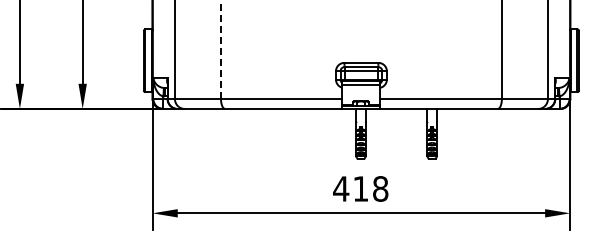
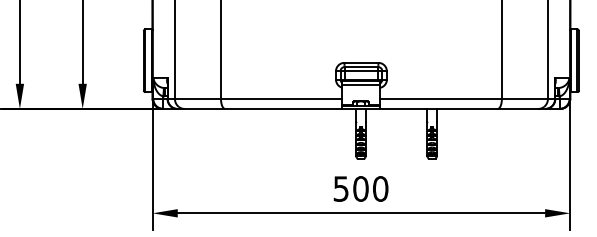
line at (220, 49): dashed -> solid
text at (360, 188): 418 -> 500
